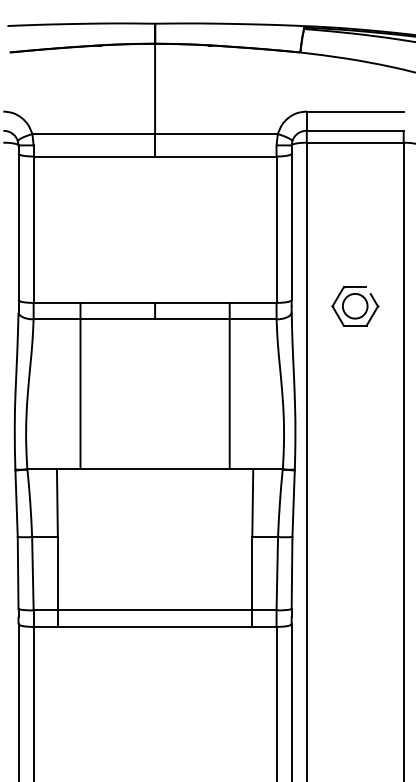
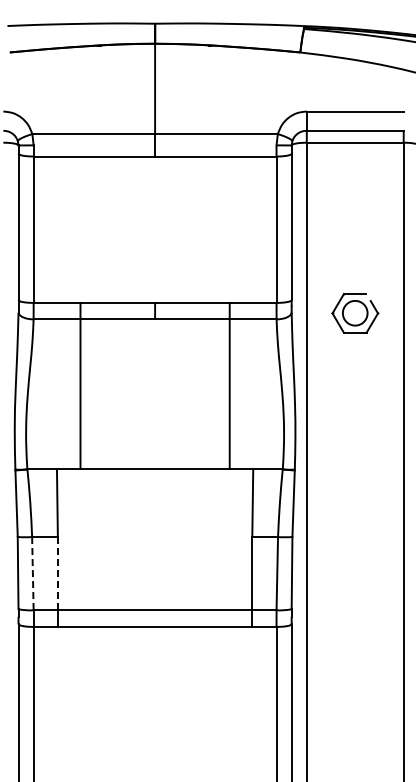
part at (355, 306) position: (355, 306) -> (355, 313)
line at (32, 573): solid -> dashed
line at (57, 573): solid -> dashed
